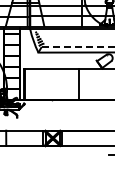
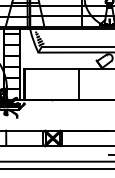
line at (78, 46): dashed -> solid
line at (56, 161): none -> present
line at (56, 168): none -> present
